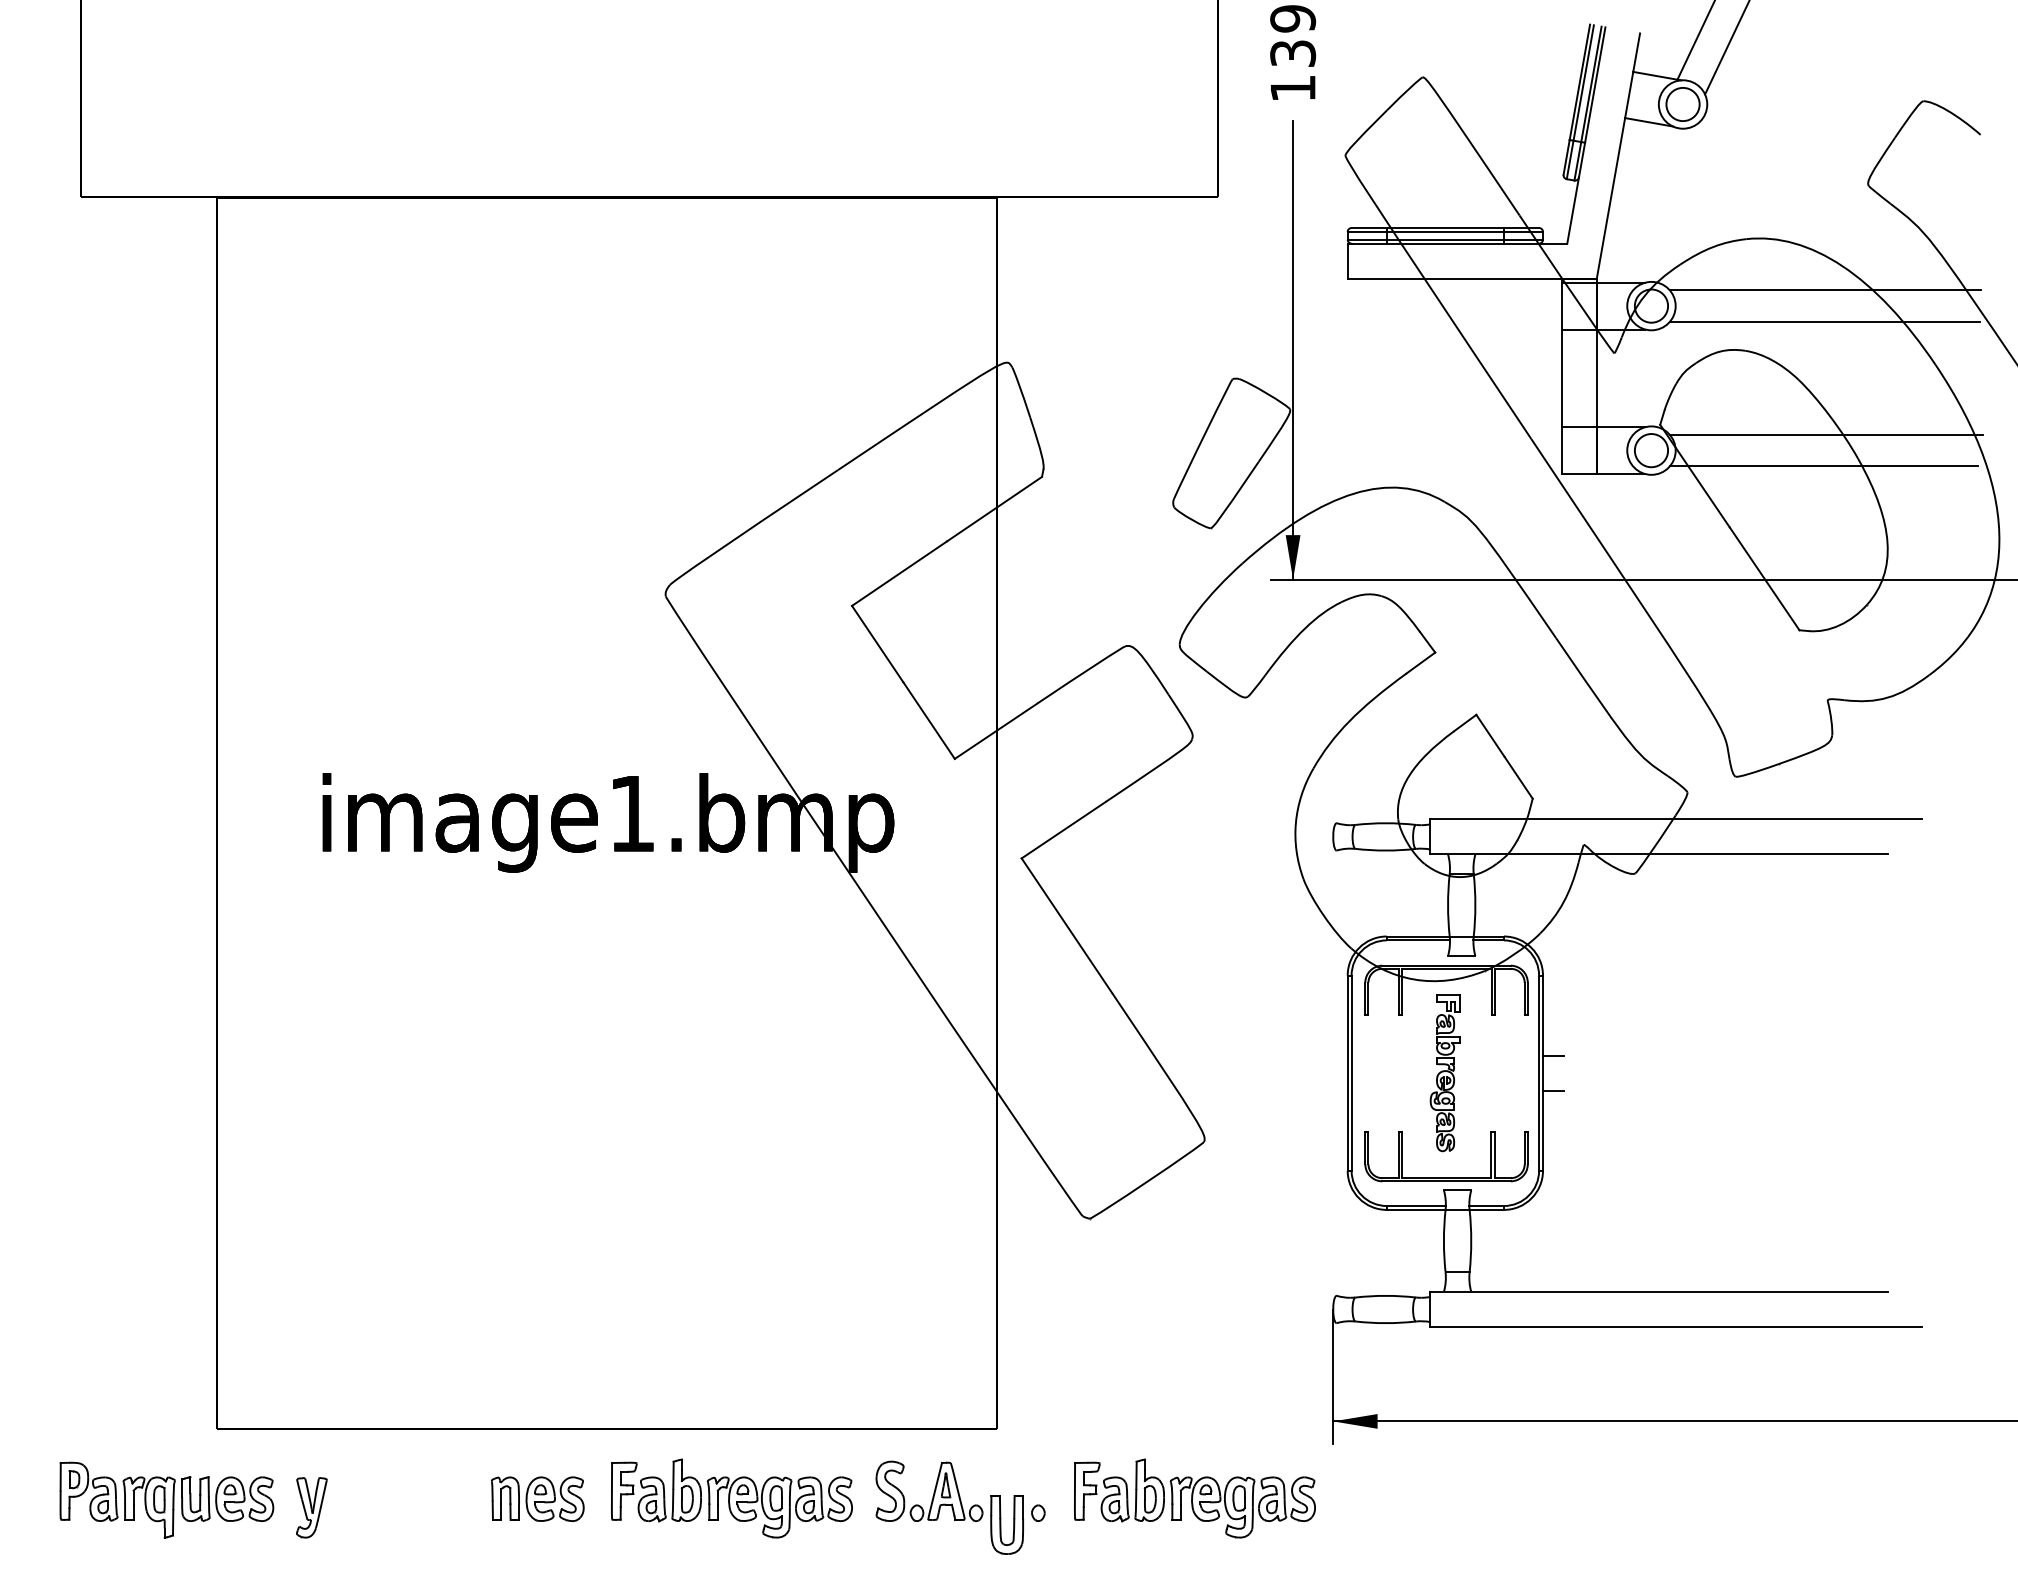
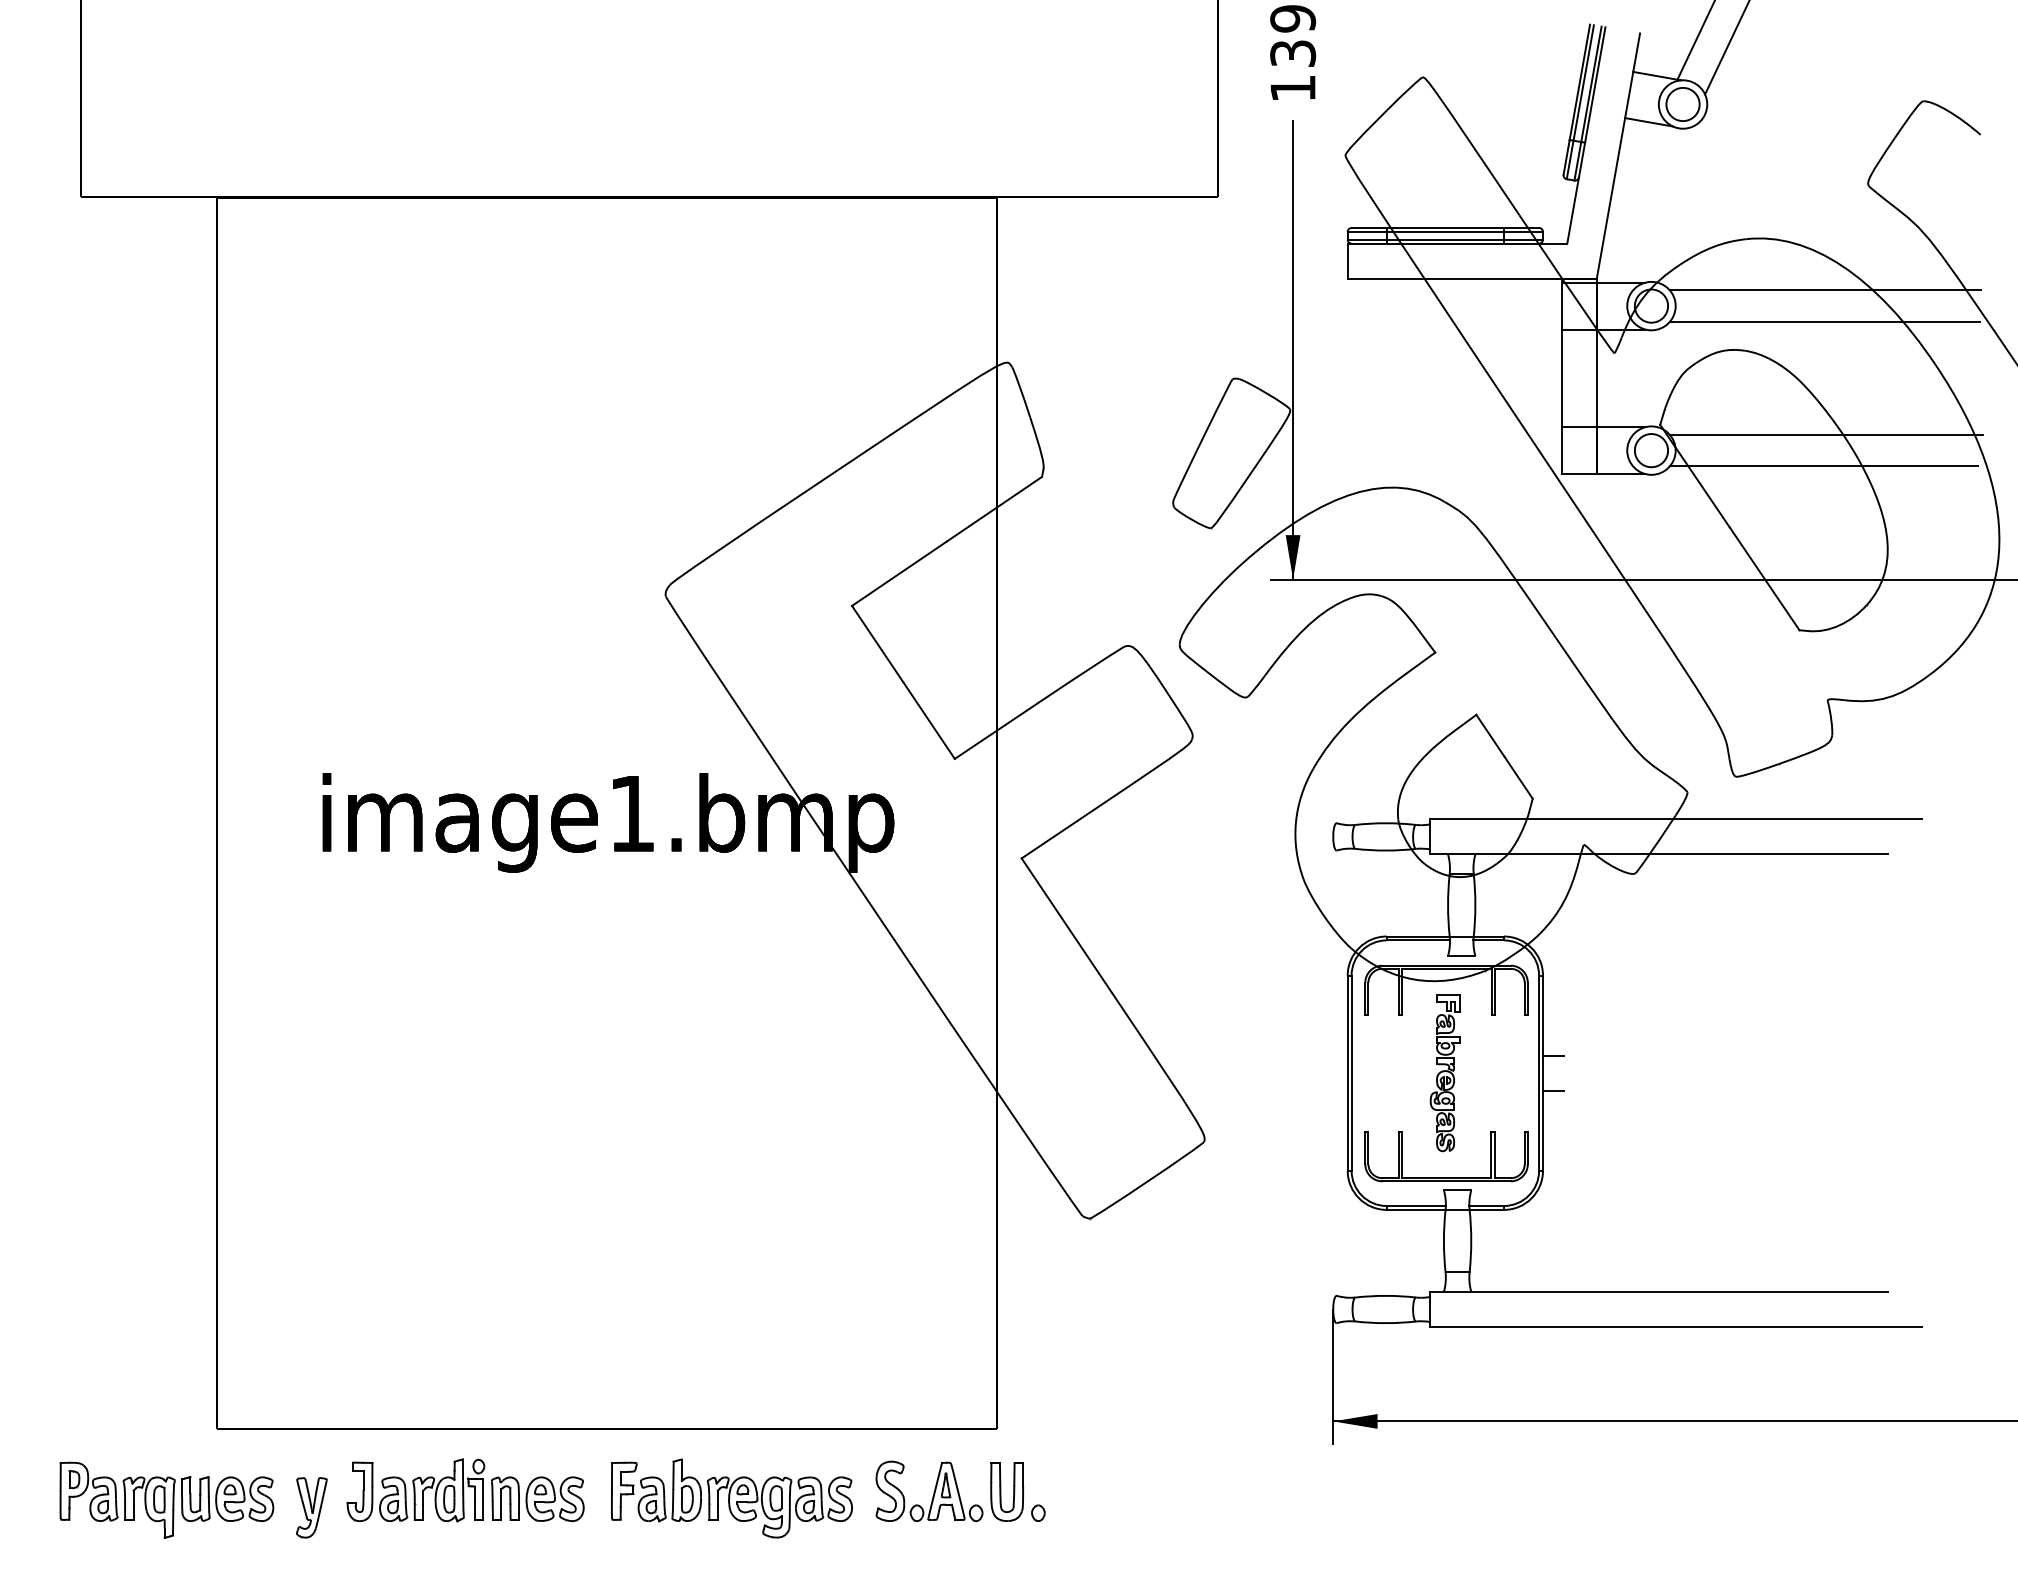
part at (415, 1490): none -> present
part at (1194, 1498): present -> none
part at (1006, 1524) position: (1006, 1524) -> (1006, 1491)
